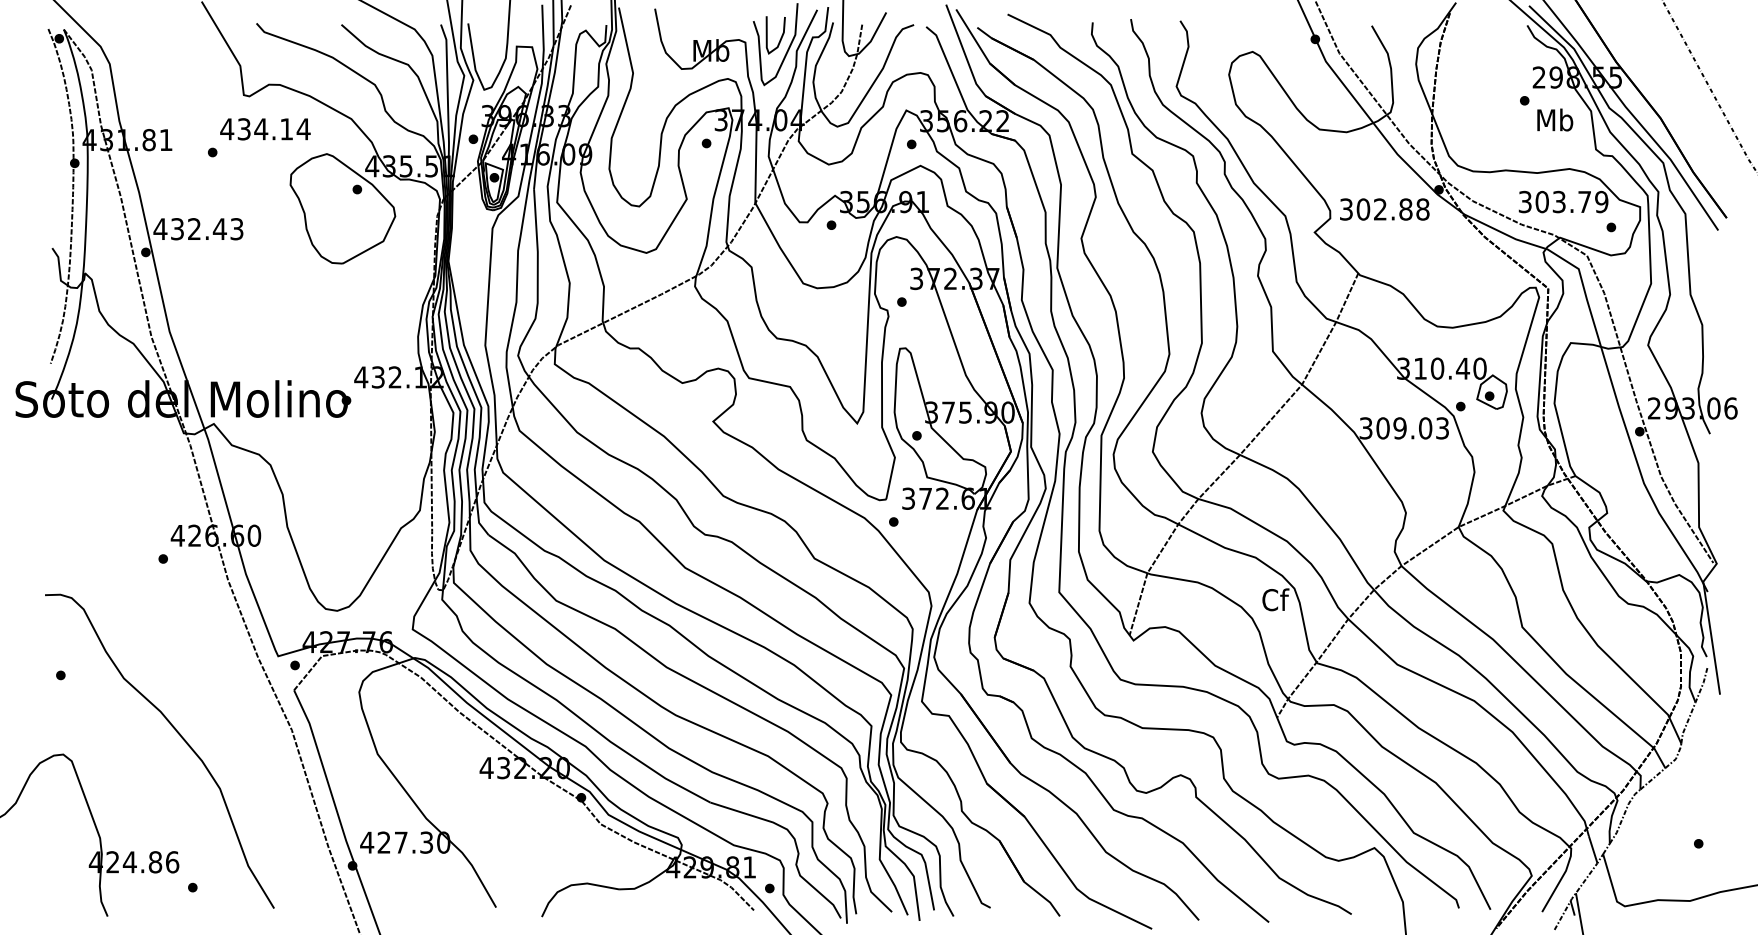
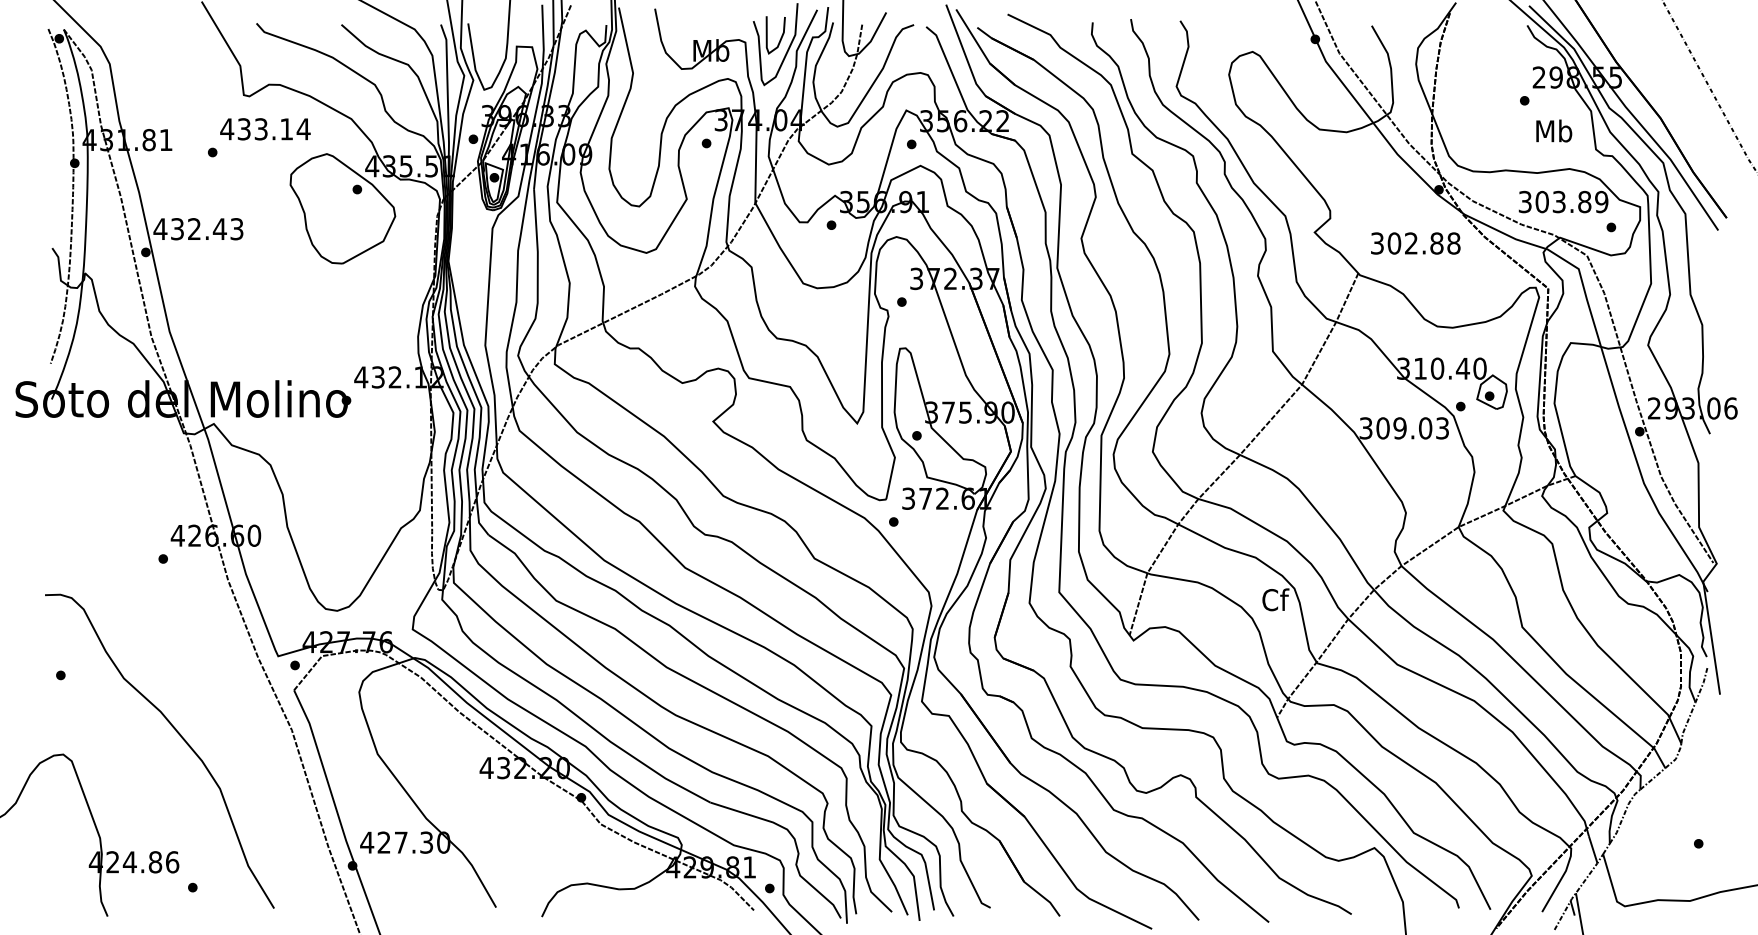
text at (1555, 119) position: (1555, 119) -> (1554, 130)
text at (261, 129): 434.14 -> 433.14
text at (1584, 201): 303.79 -> 303.89
text at (1384, 209) position: (1384, 209) -> (1415, 243)
